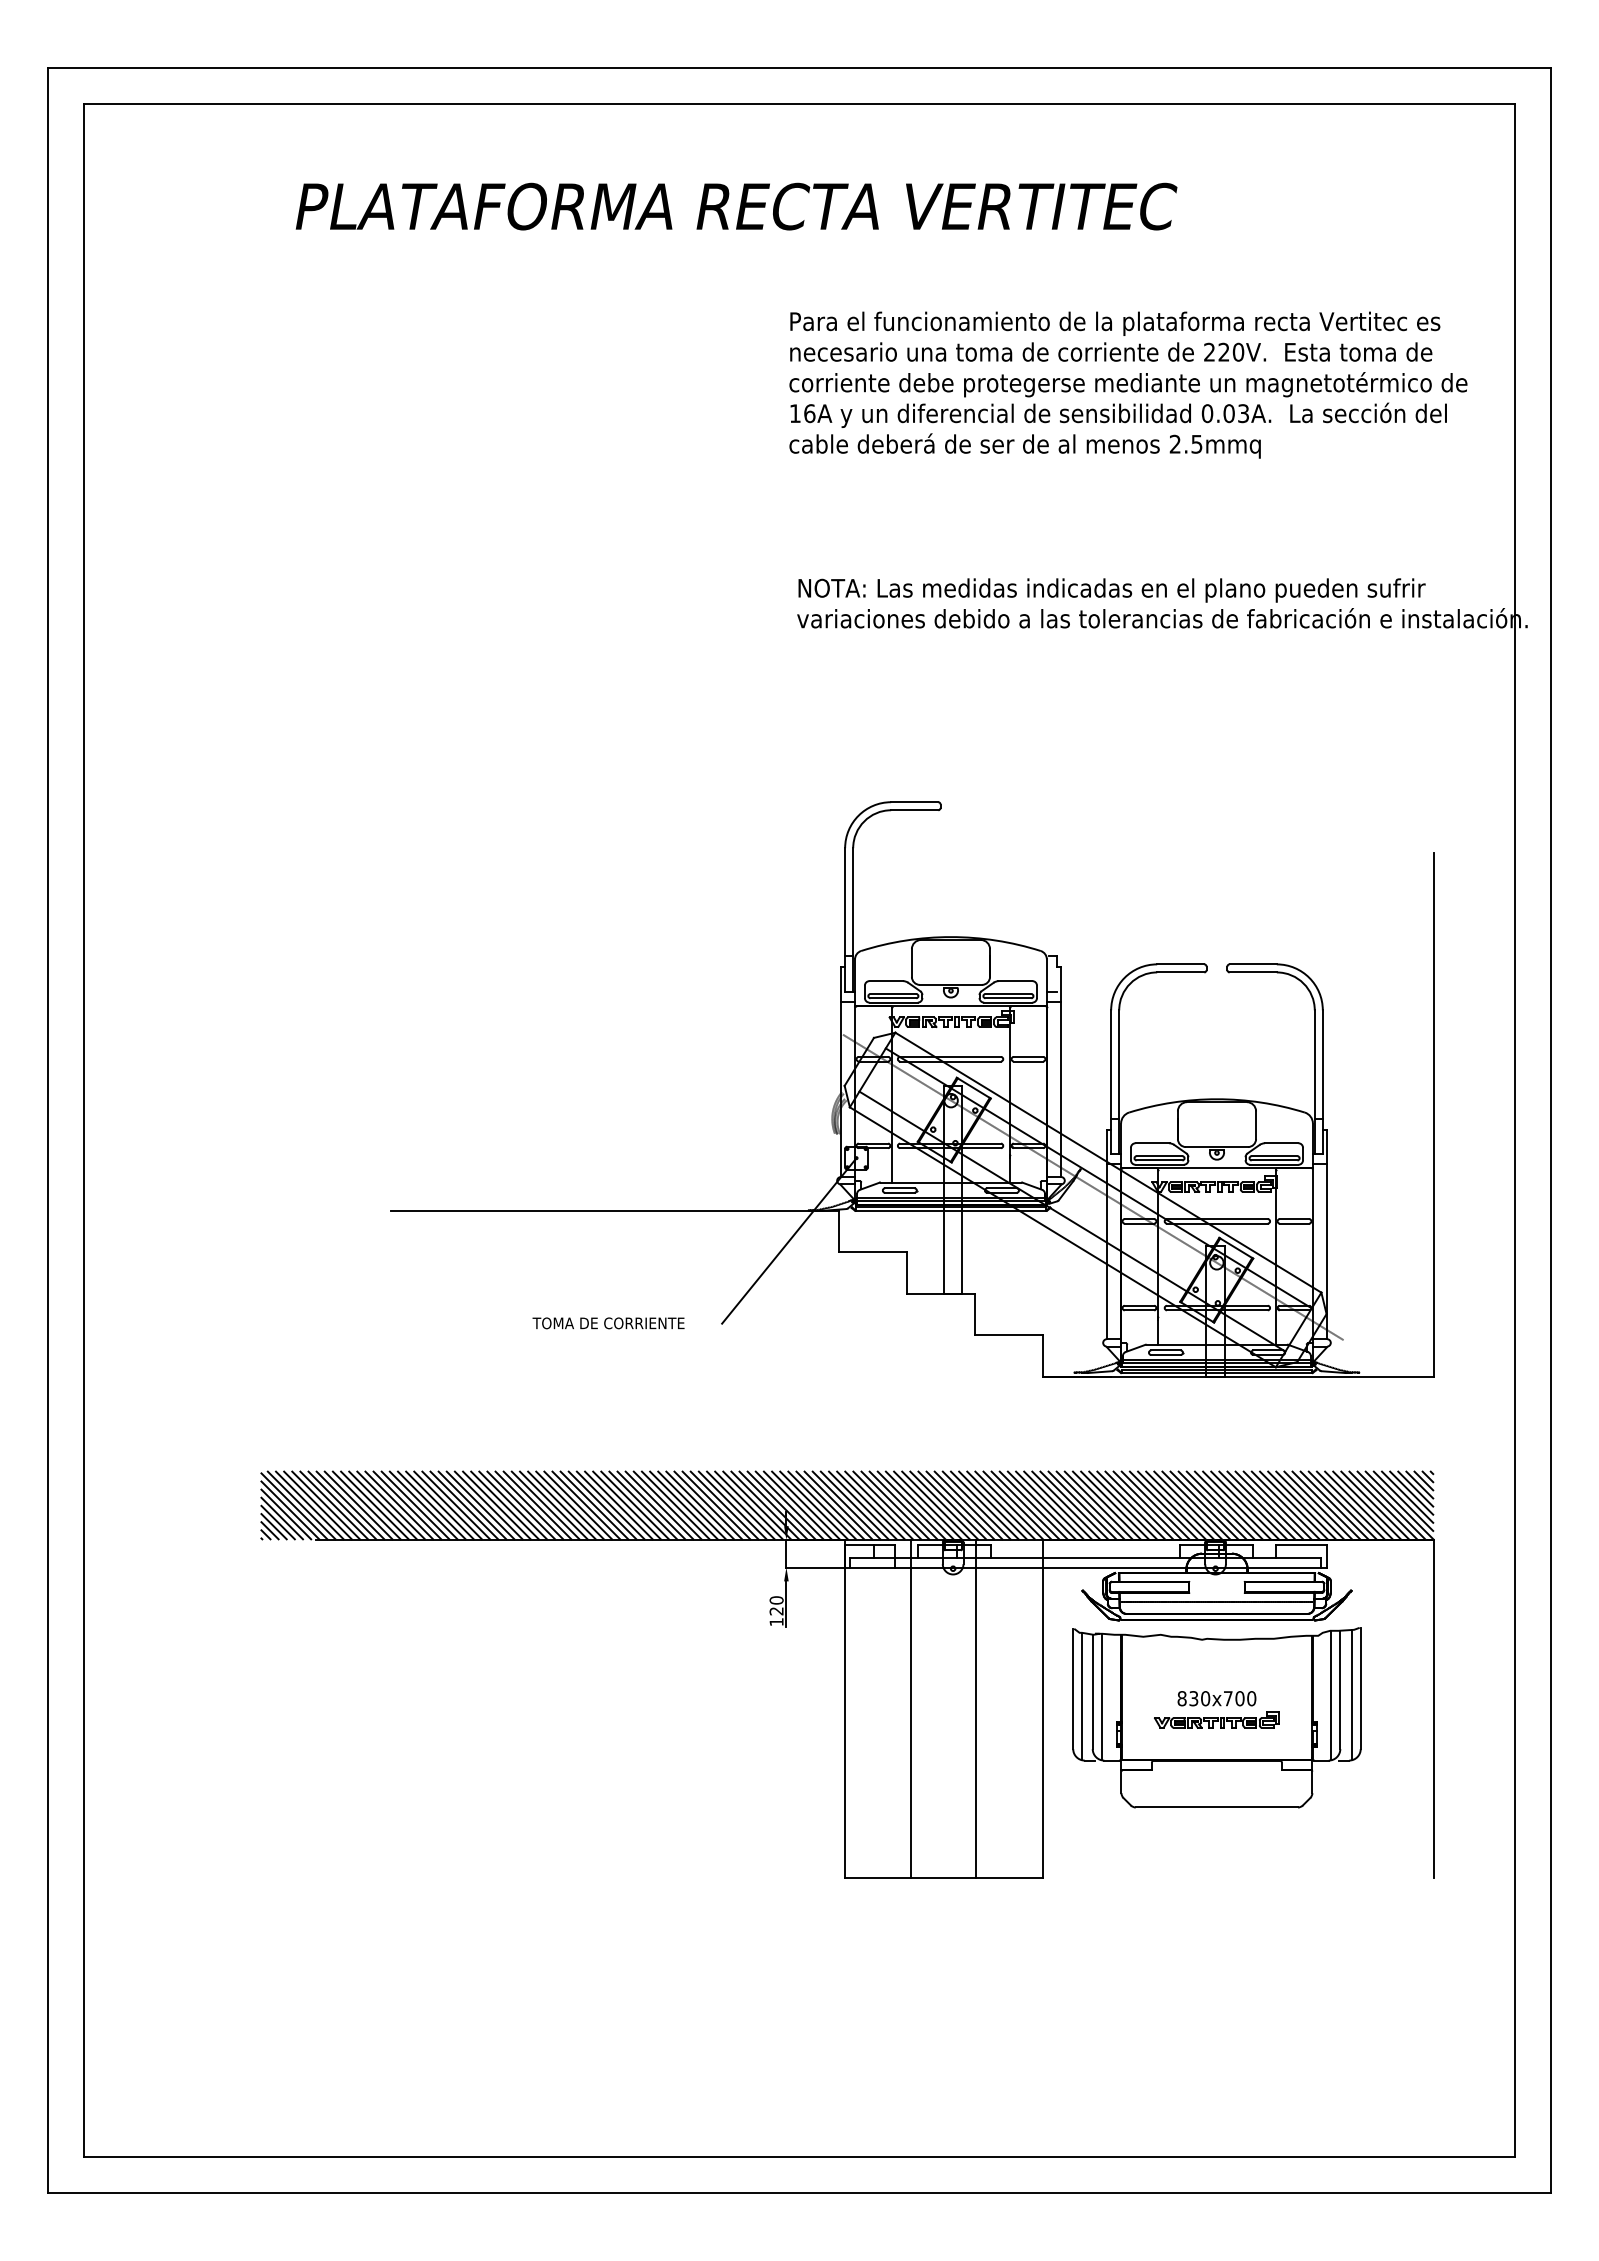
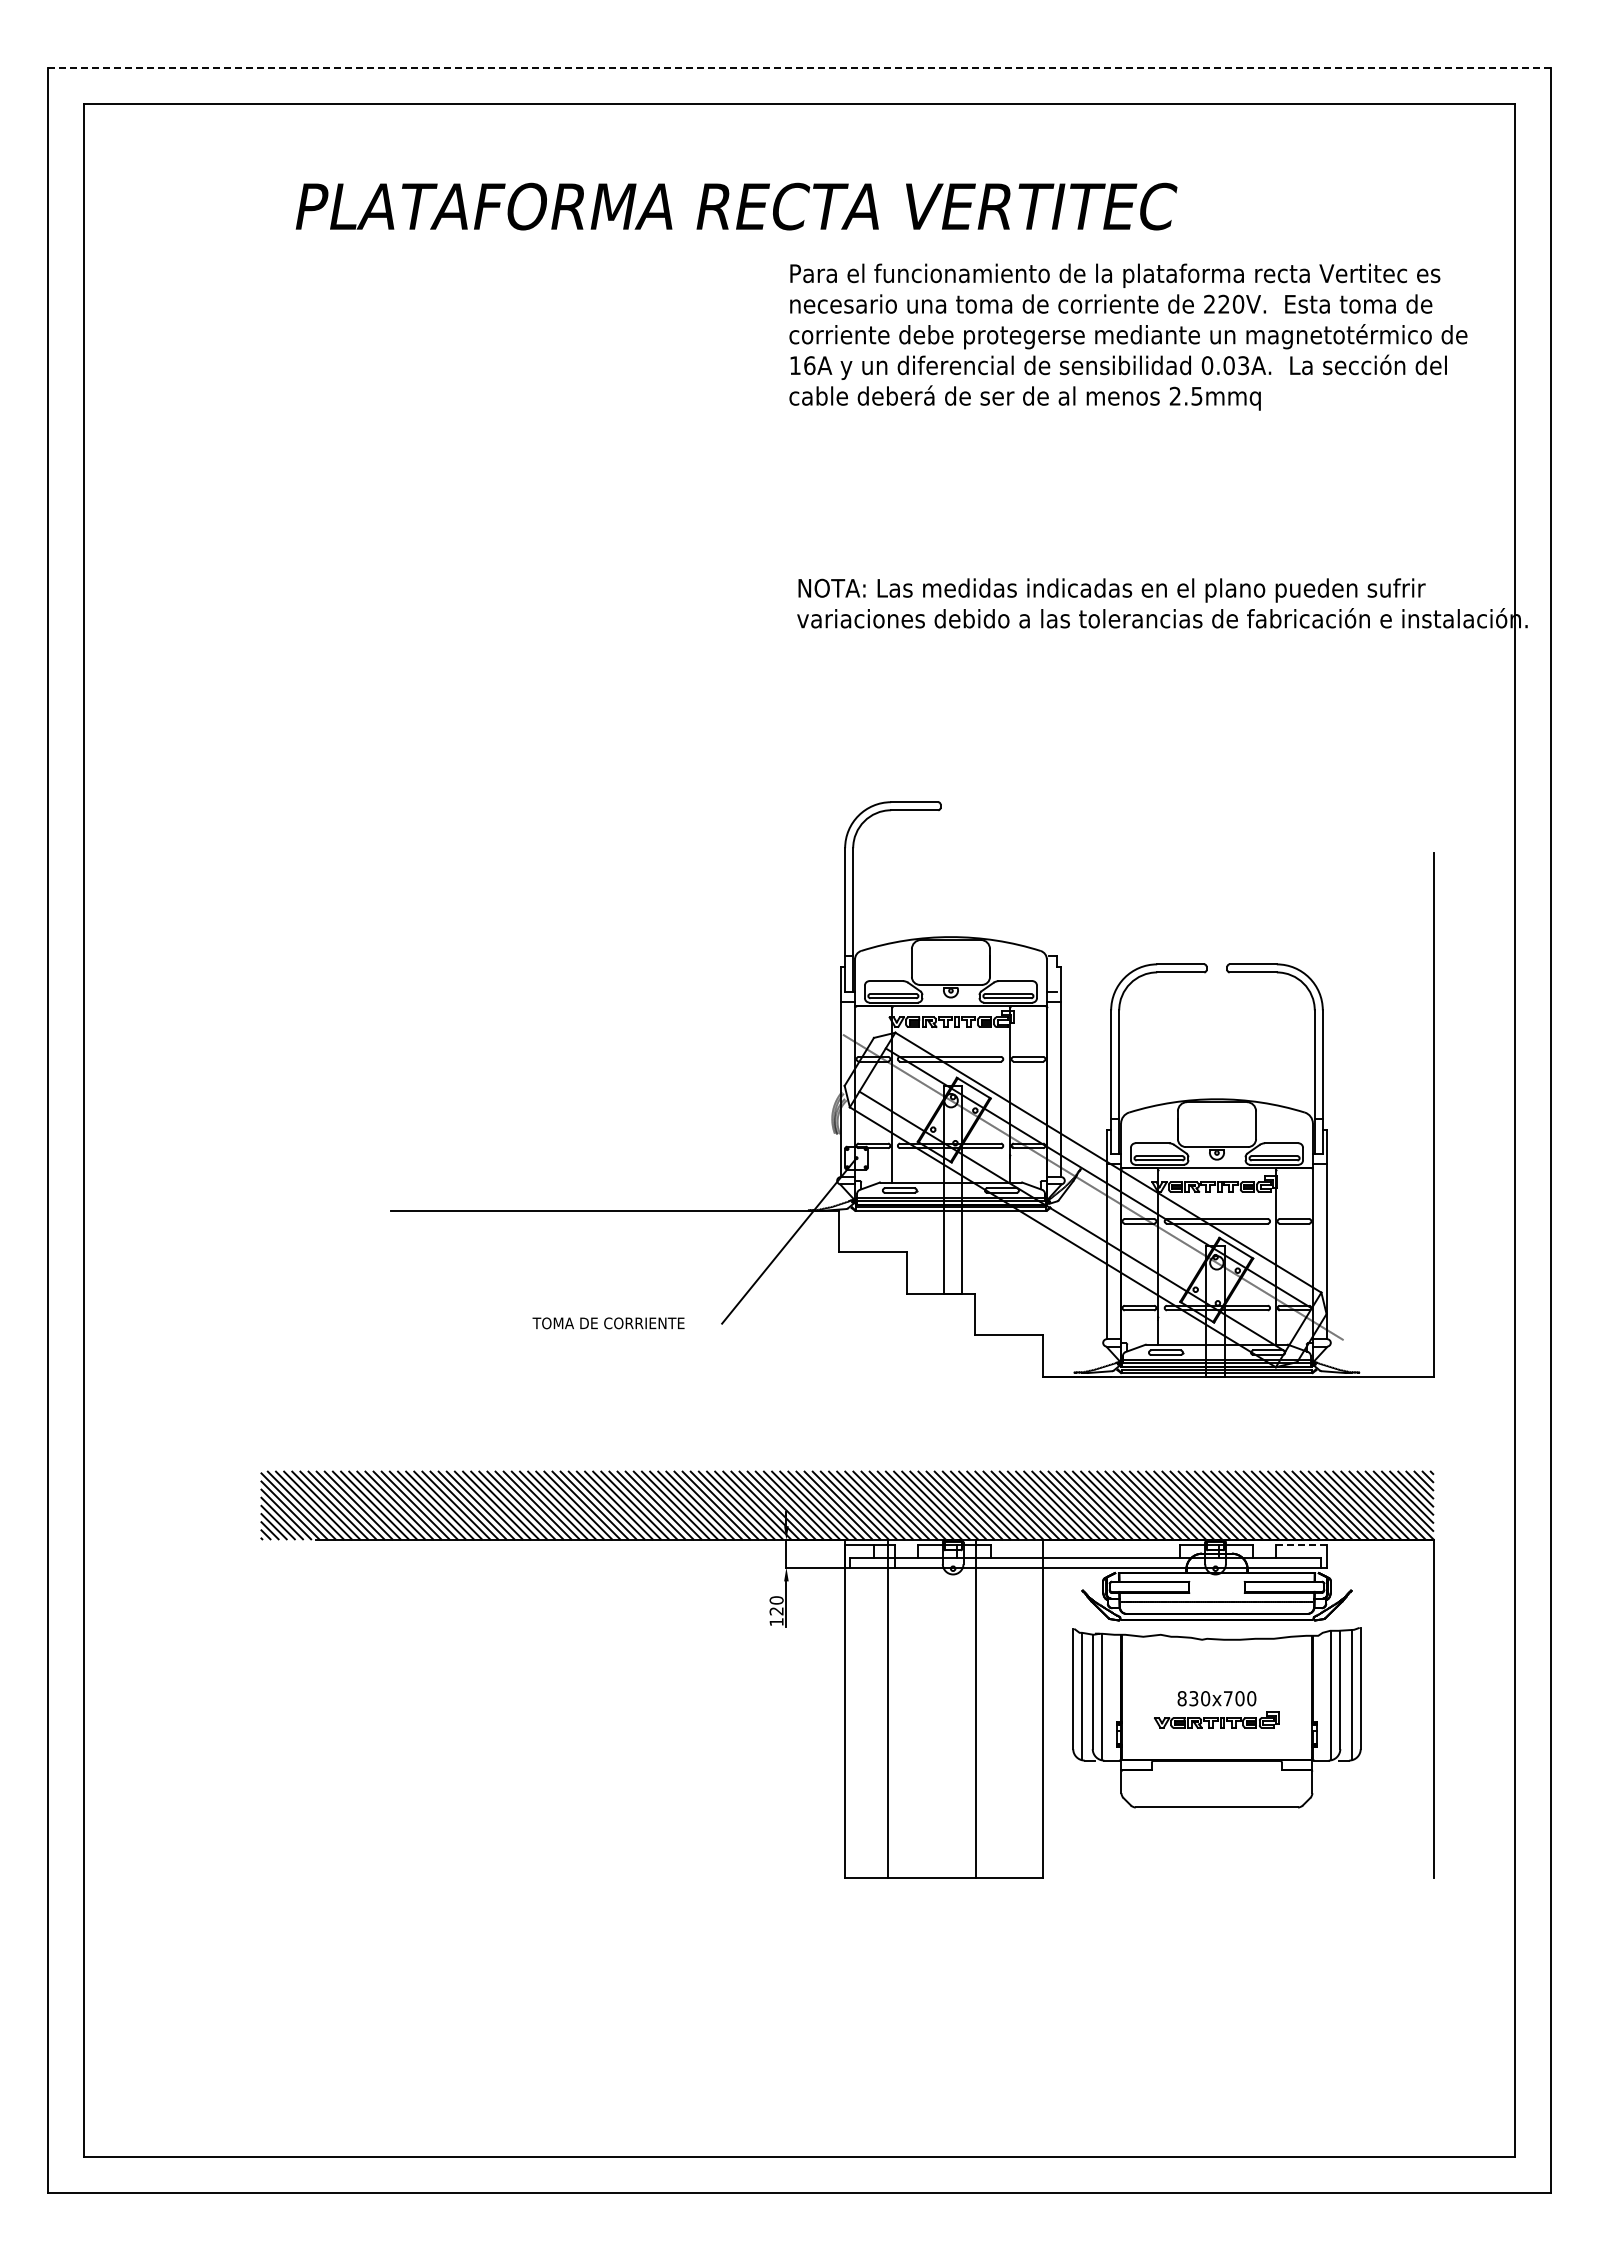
line at (799, 67): solid -> dashed
text at (1128, 384) position: (1128, 384) -> (1128, 336)
line at (1300, 1544): solid -> dashed
line at (910, 1708) position: (910, 1708) -> (887, 1708)
